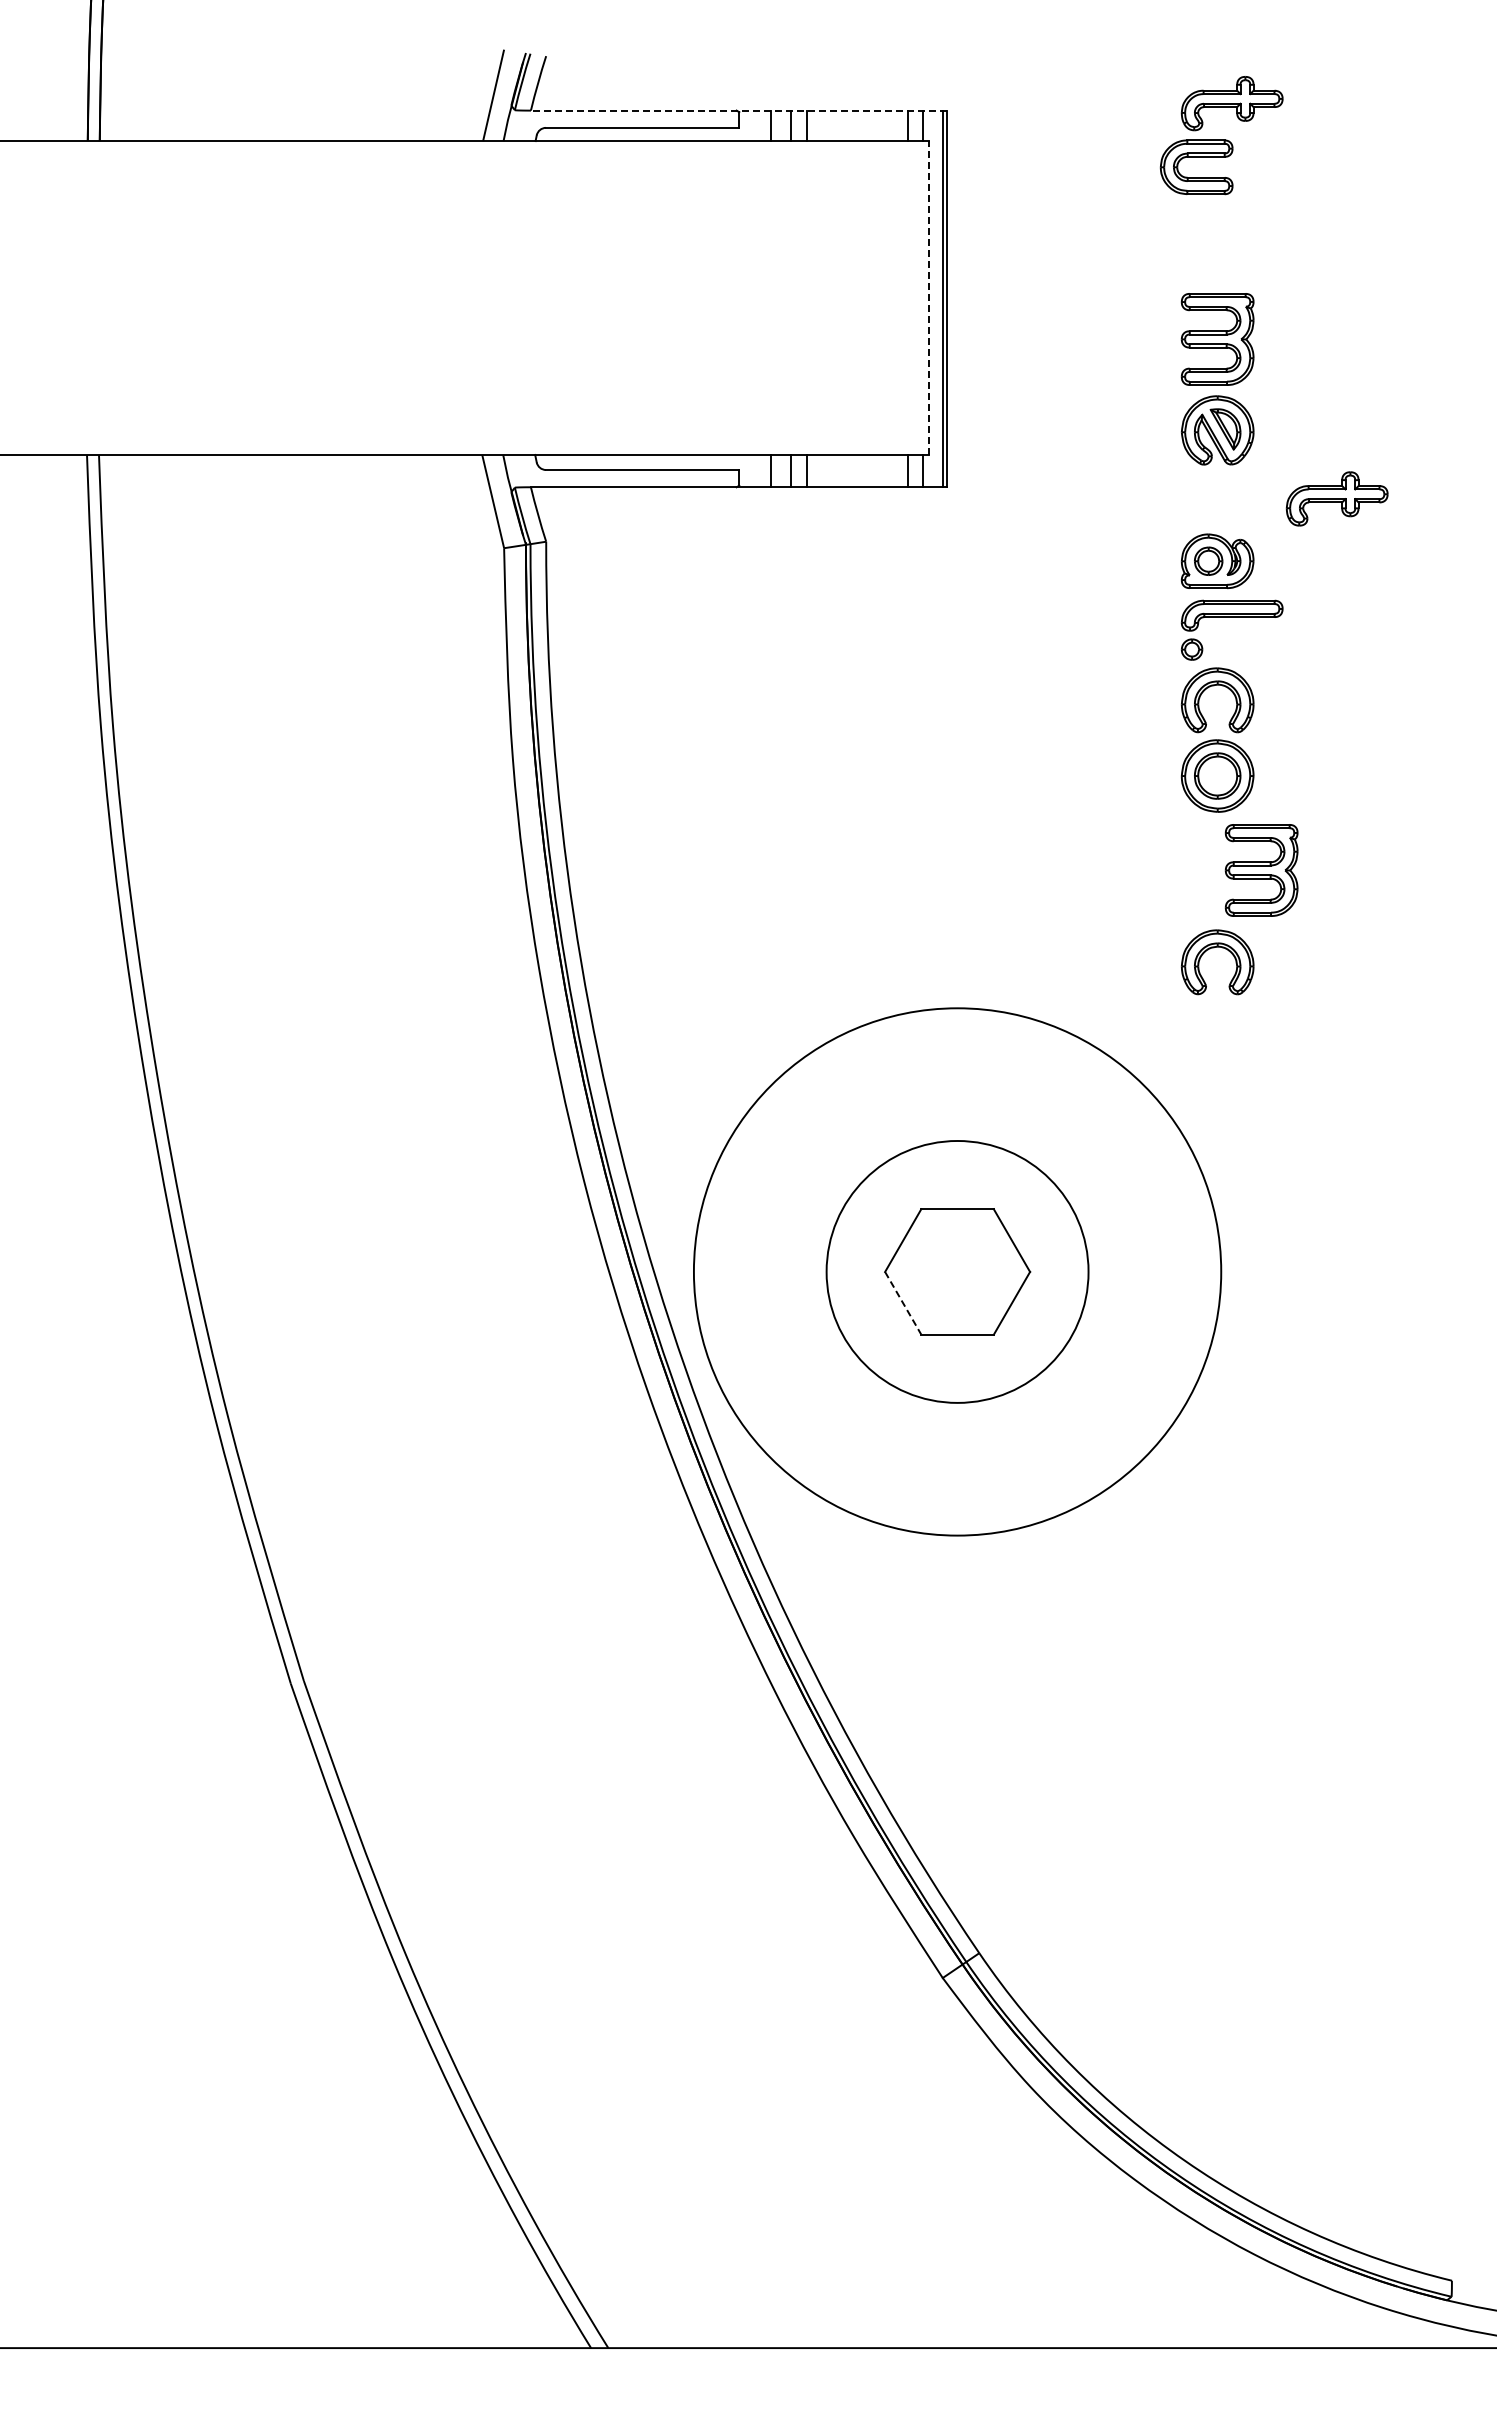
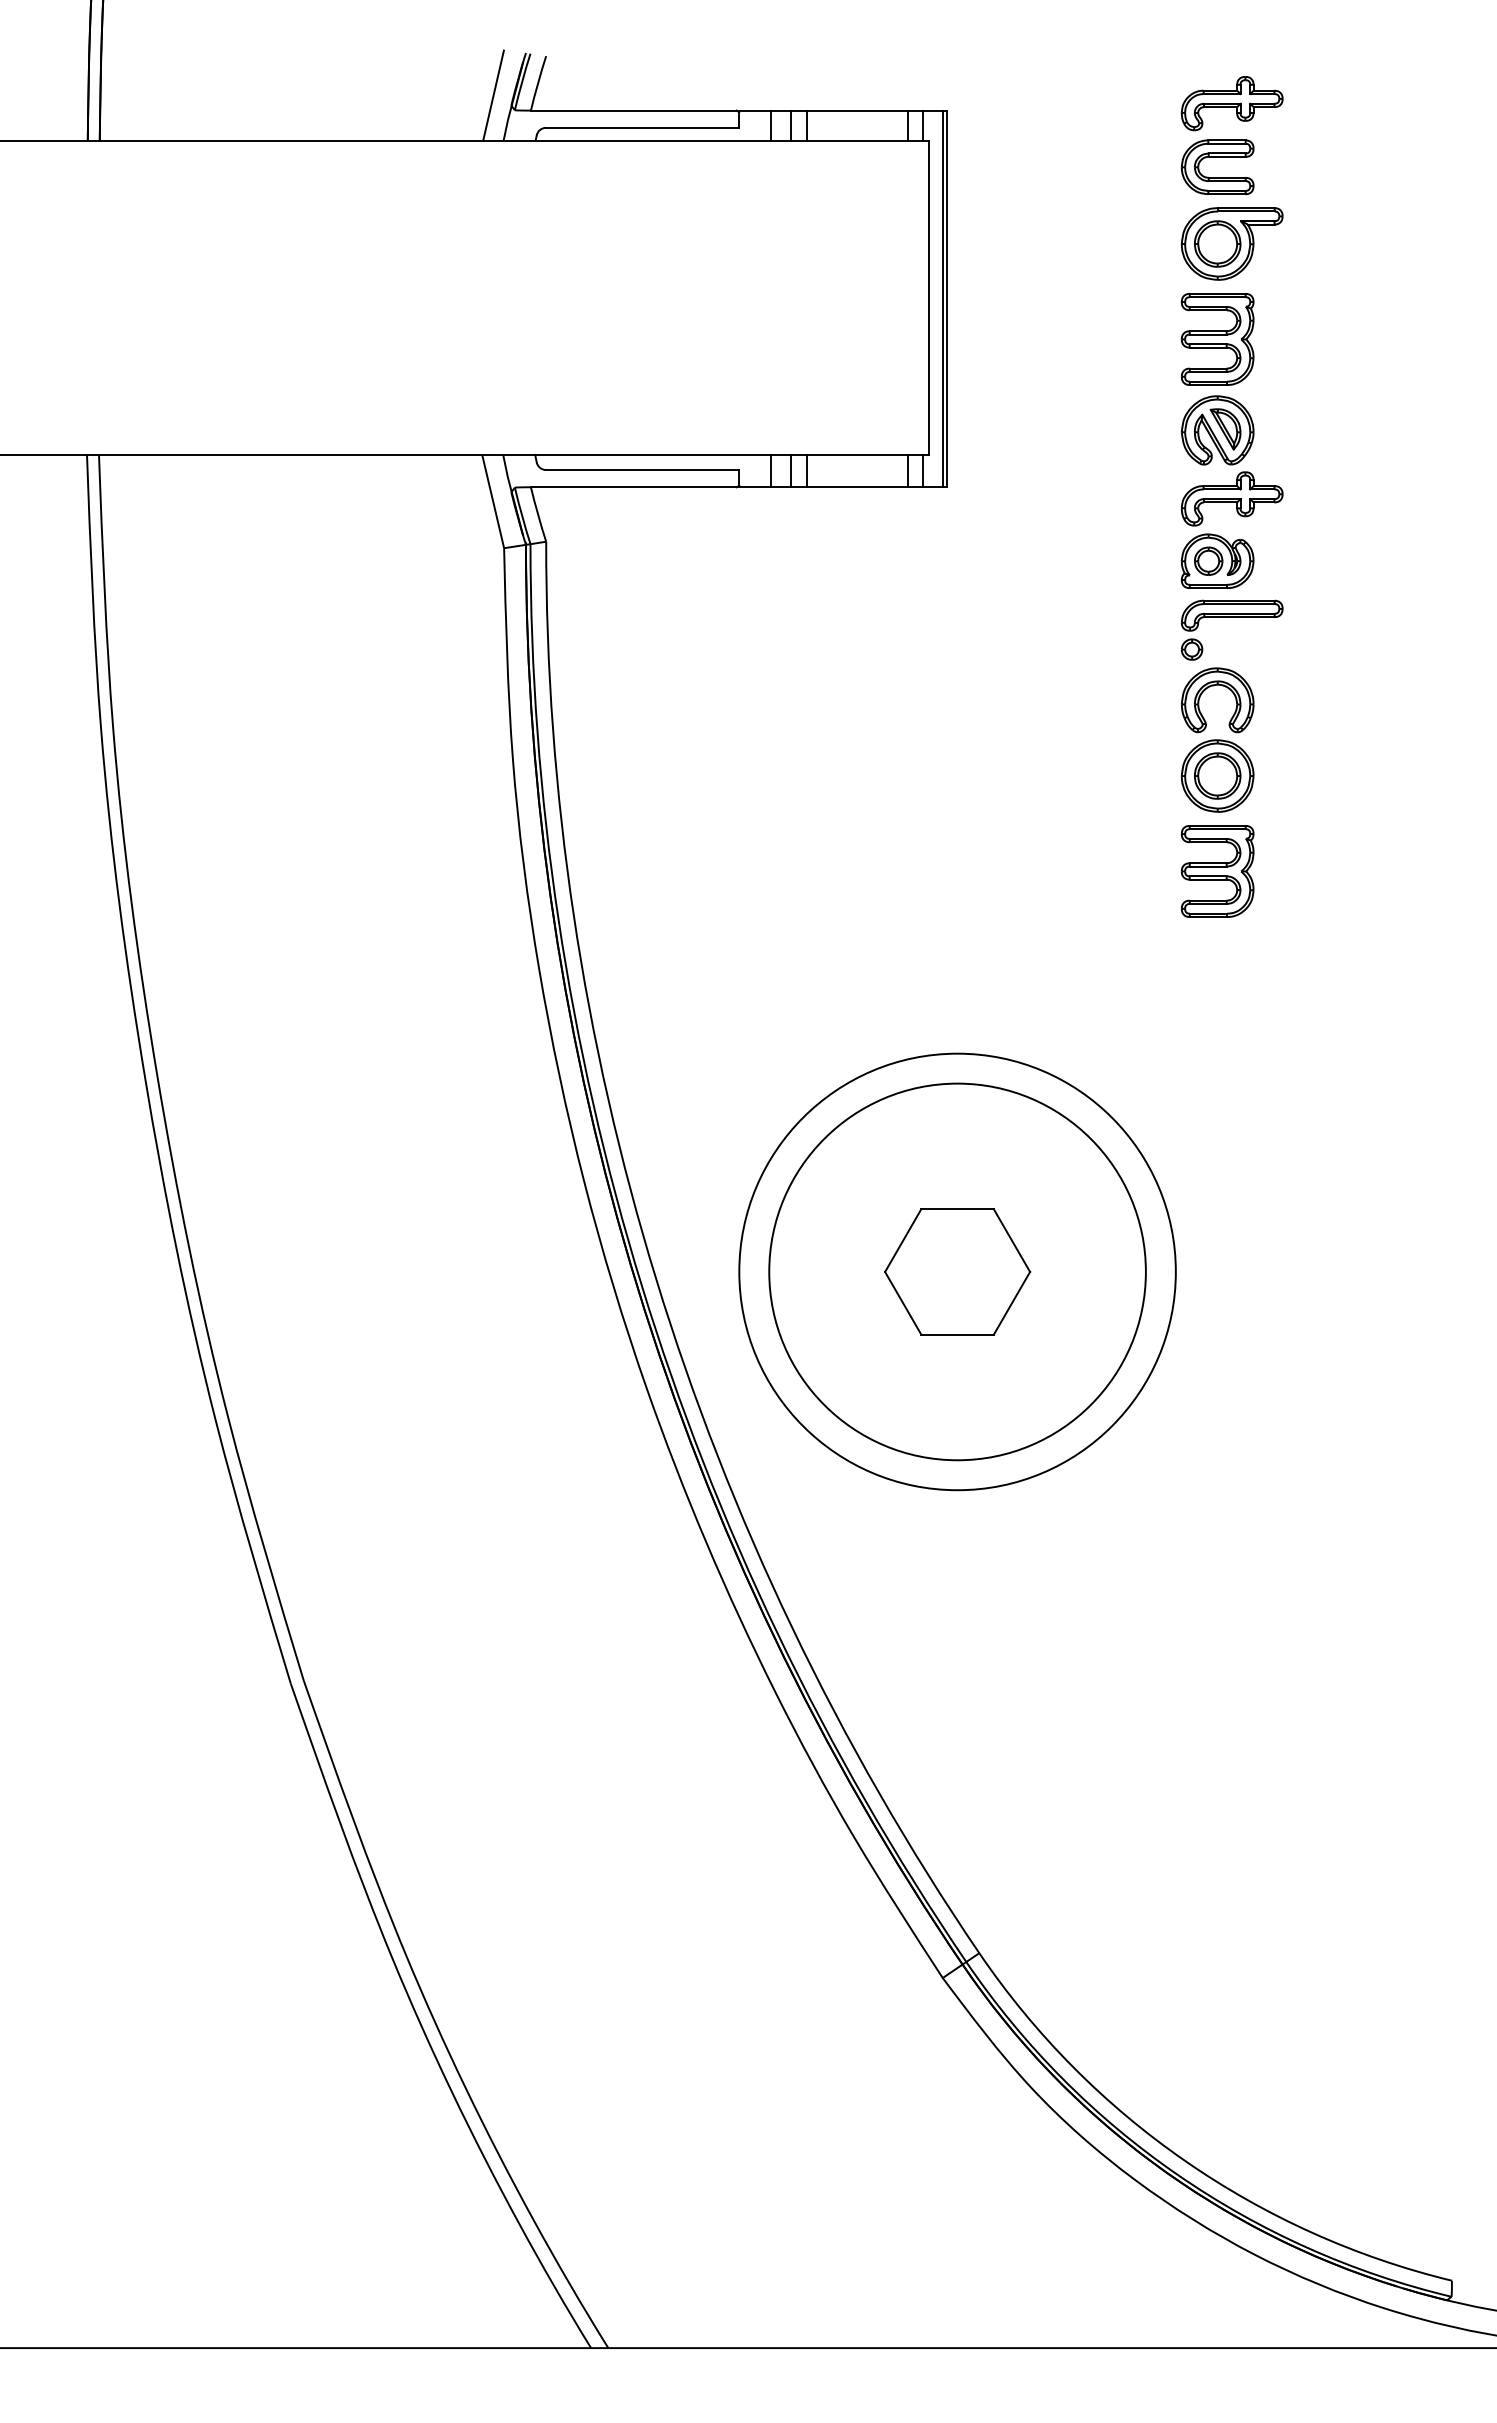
line at (738, 110): dashed -> solid
part at (1196, 157) position: (1196, 157) -> (1217, 157)
part at (1231, 243): none -> present
line at (929, 298): dashed -> solid
part at (1336, 498) position: (1336, 498) -> (1231, 498)
part at (1261, 870) position: (1261, 870) -> (1217, 871)
part at (1214, 948): present -> none
circle at (957, 1271) diameter: 262 px -> 437 px
circle at (957, 1271) diameter: 527 px -> 377 px
line at (903, 1303): dashed -> solid
